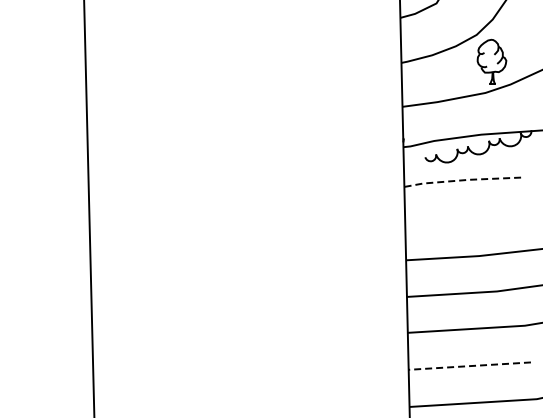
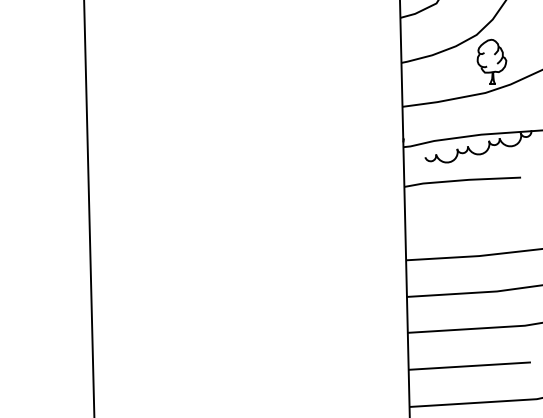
line at (462, 180): dashed -> solid
line at (469, 366): dashed -> solid
